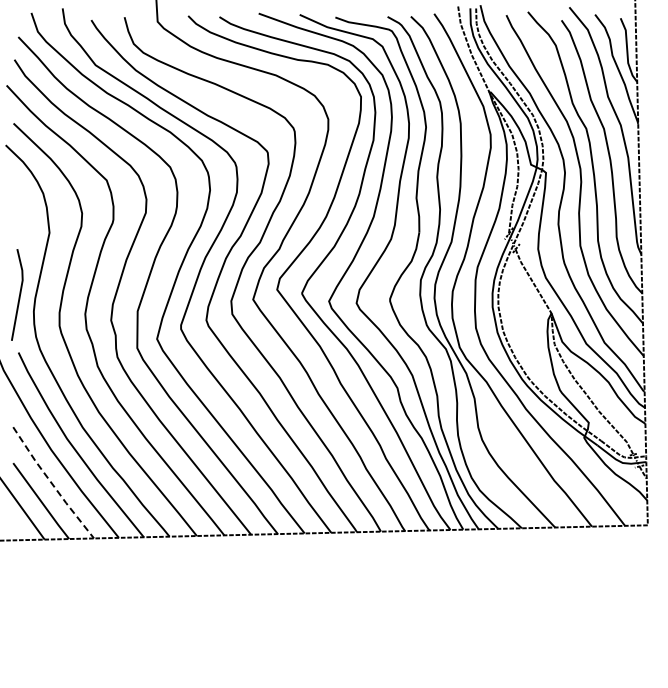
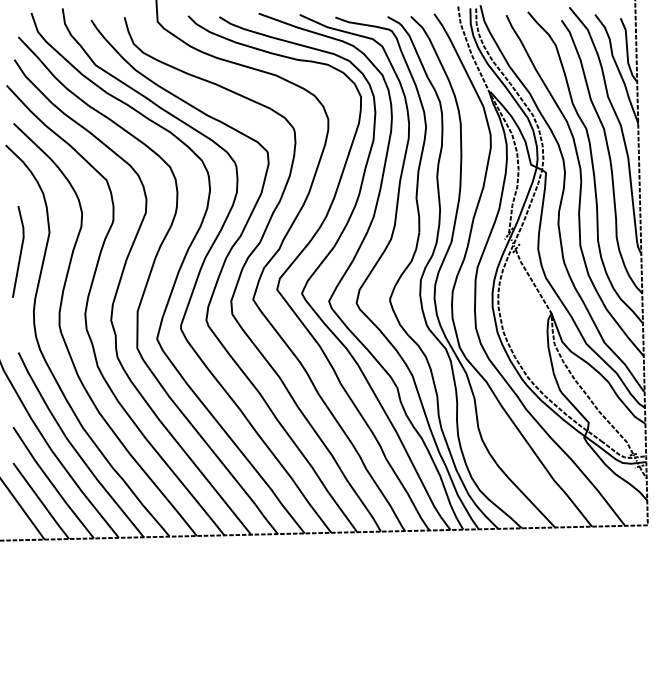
line at (19, 294) position: (19, 294) -> (20, 251)
line at (52, 484): dashed -> solid
